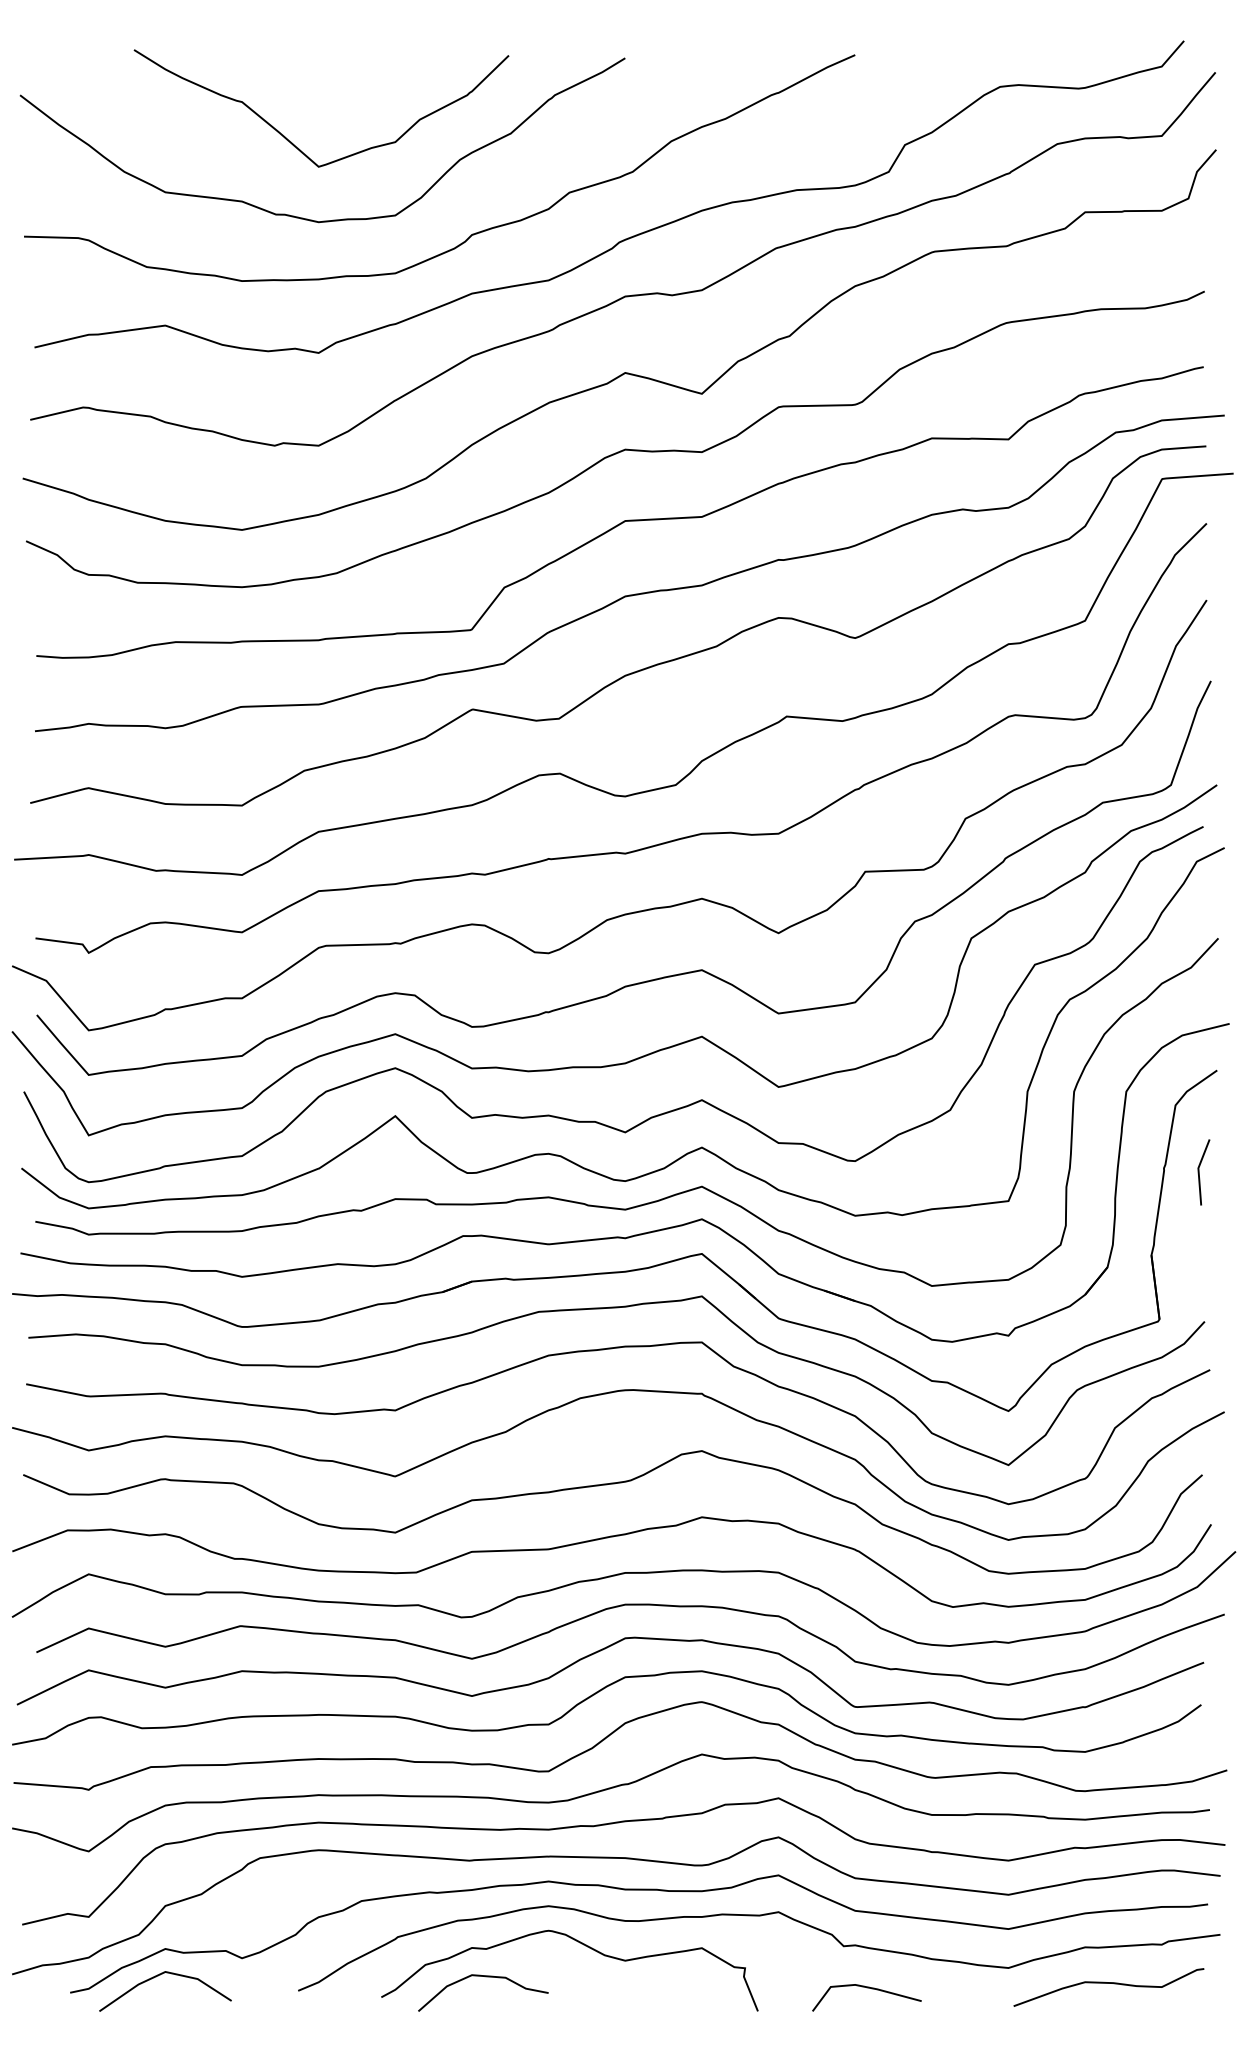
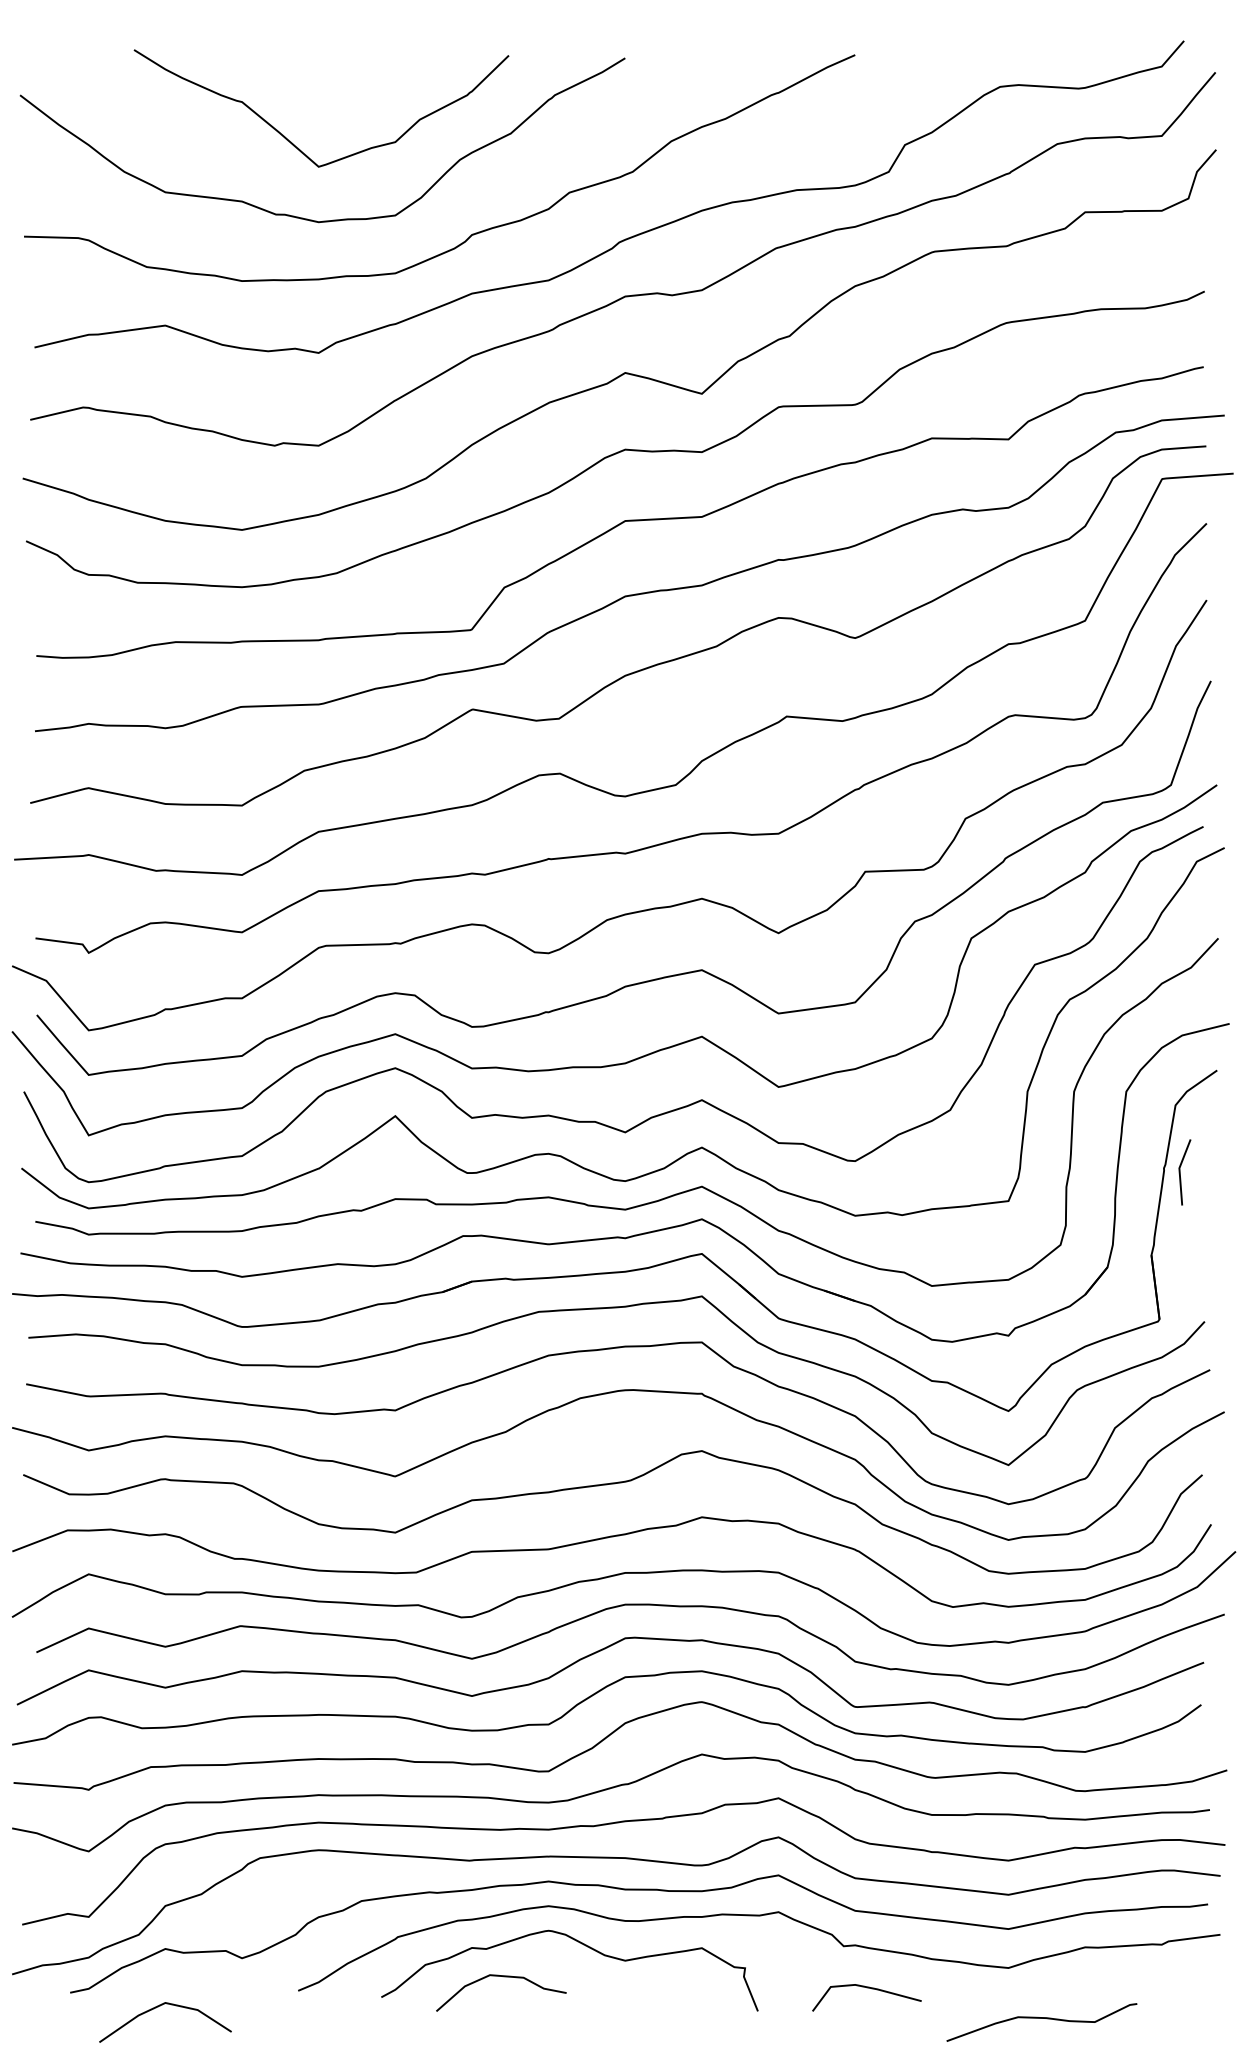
line at (1199, 1172) position: (1199, 1172) -> (1180, 1172)
line at (158, 1976) position: (158, 1976) -> (158, 2007)
curve at (485, 1977) position: (485, 1977) -> (503, 1977)
curve at (1108, 1983) position: (1108, 1983) -> (1041, 2018)
